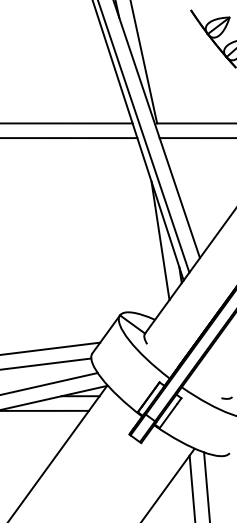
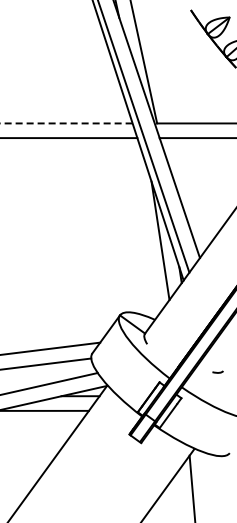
line at (65, 123): solid -> dashed
curve at (225, 397) position: (225, 397) -> (216, 371)
line at (206, 485): present -> none
